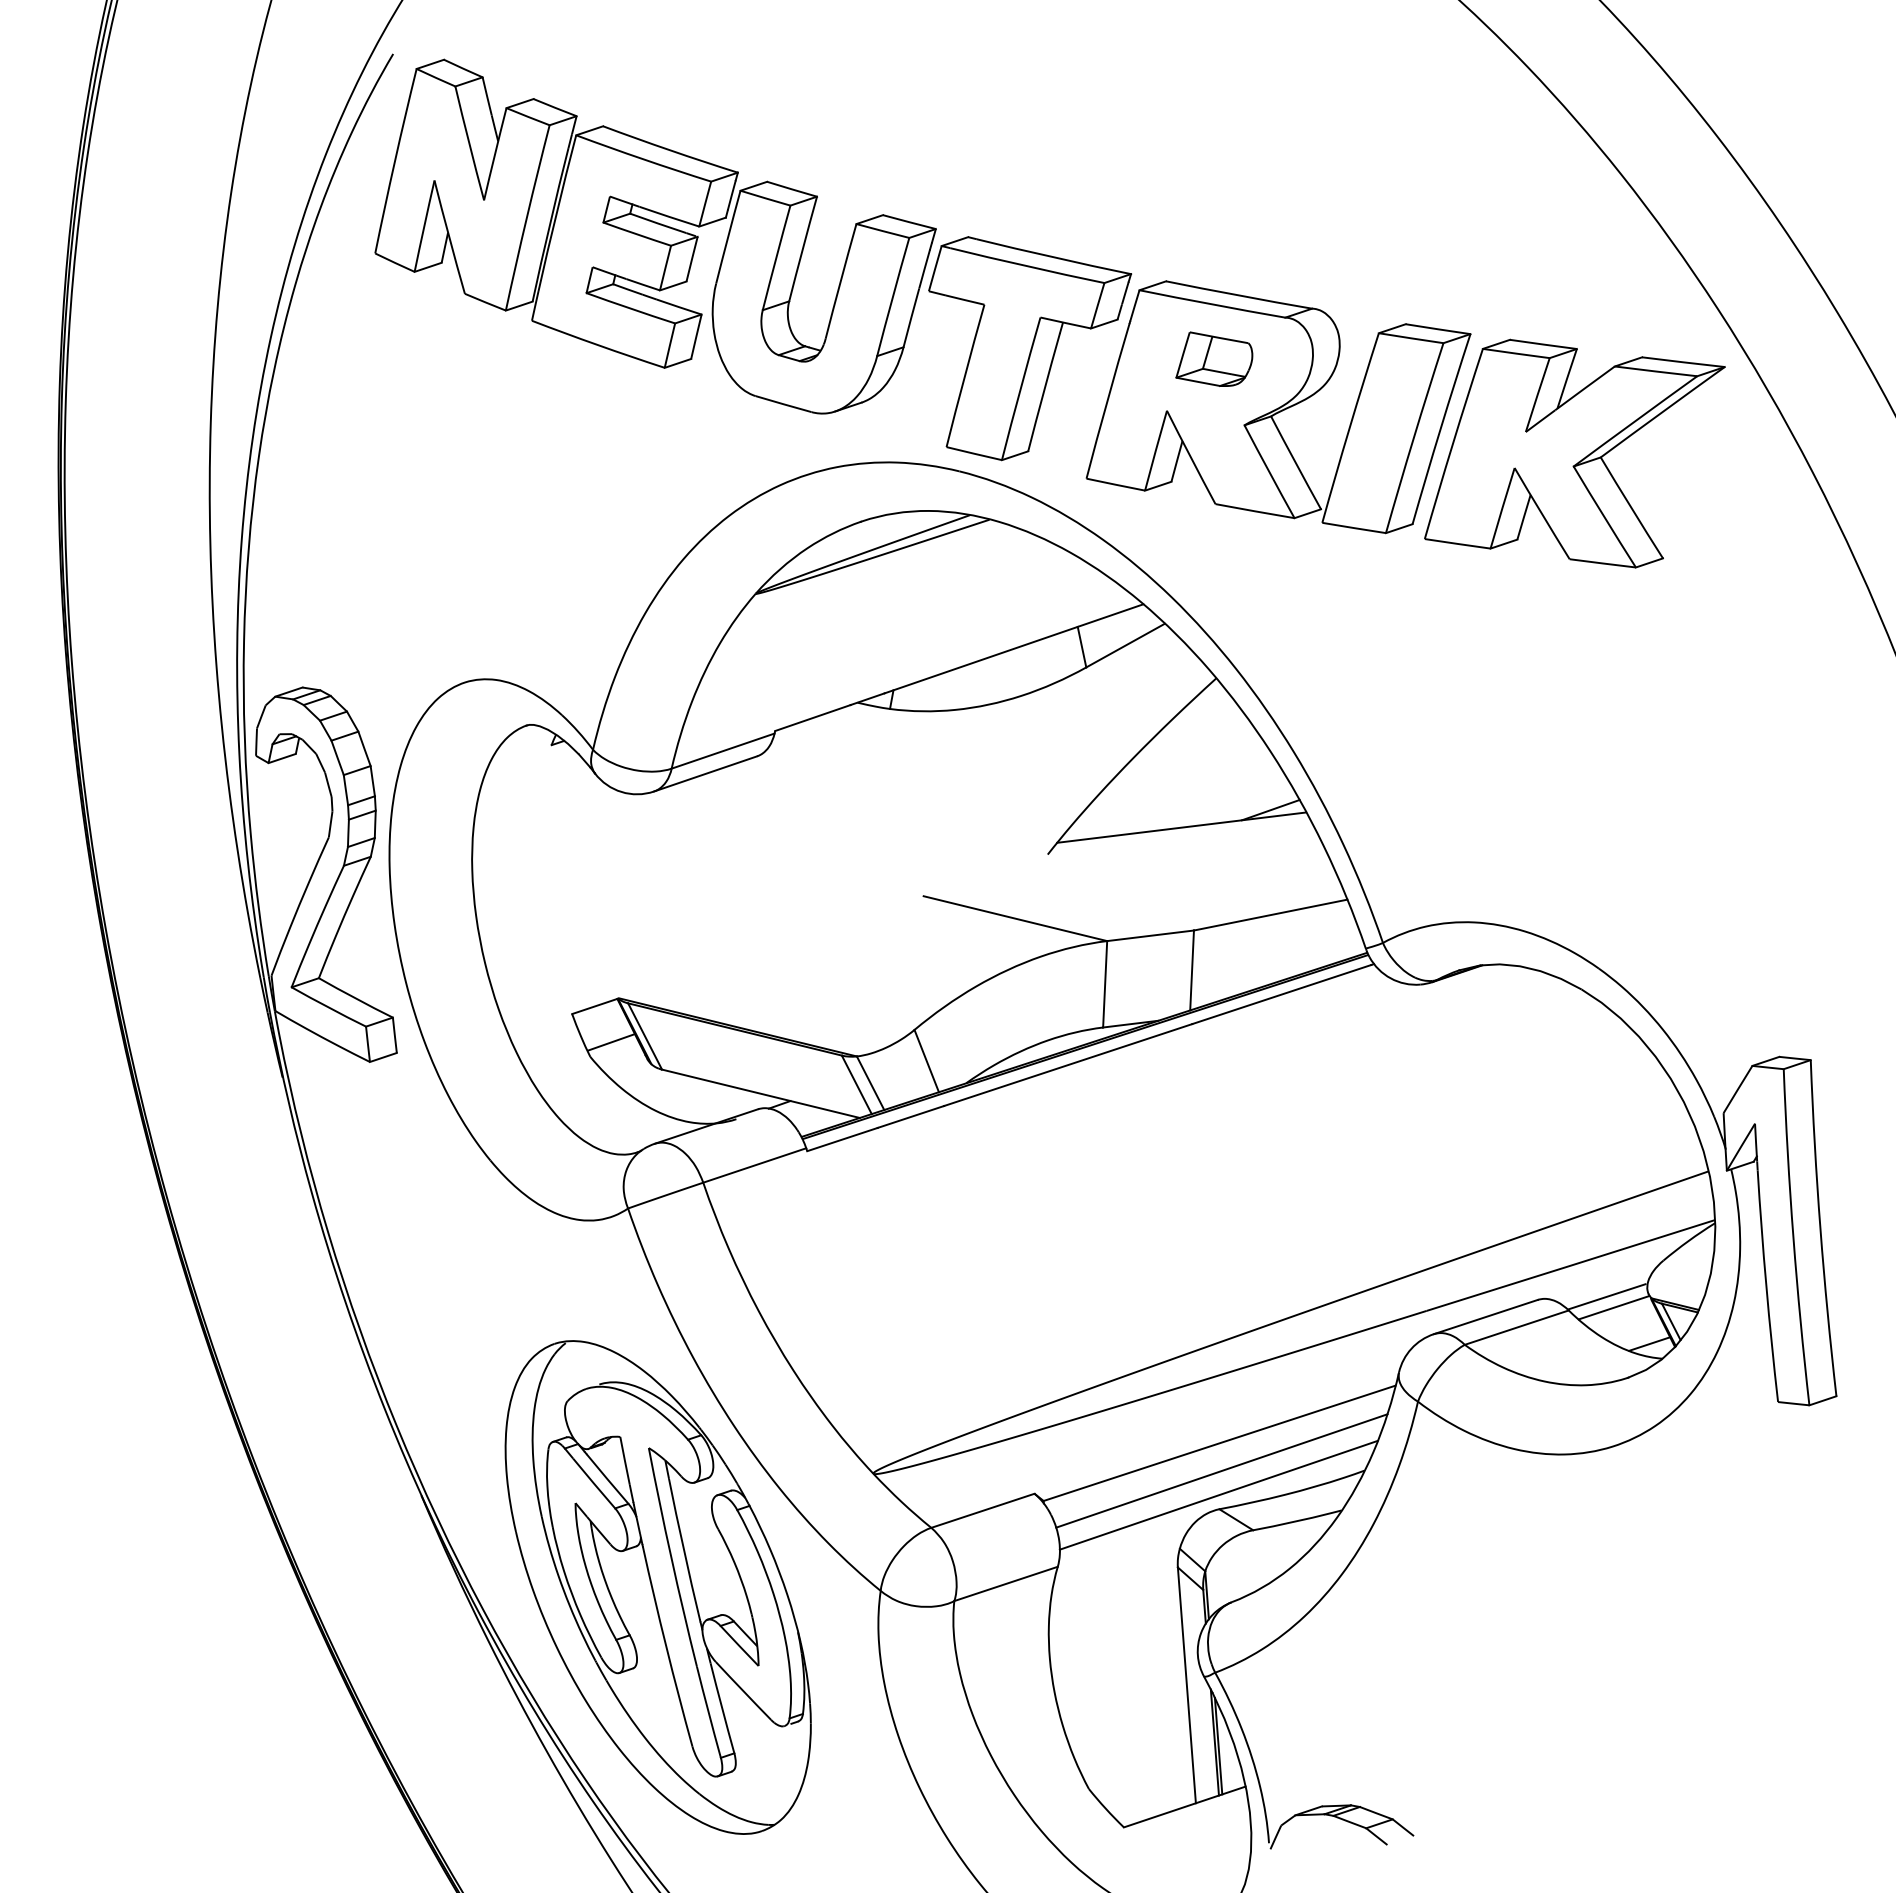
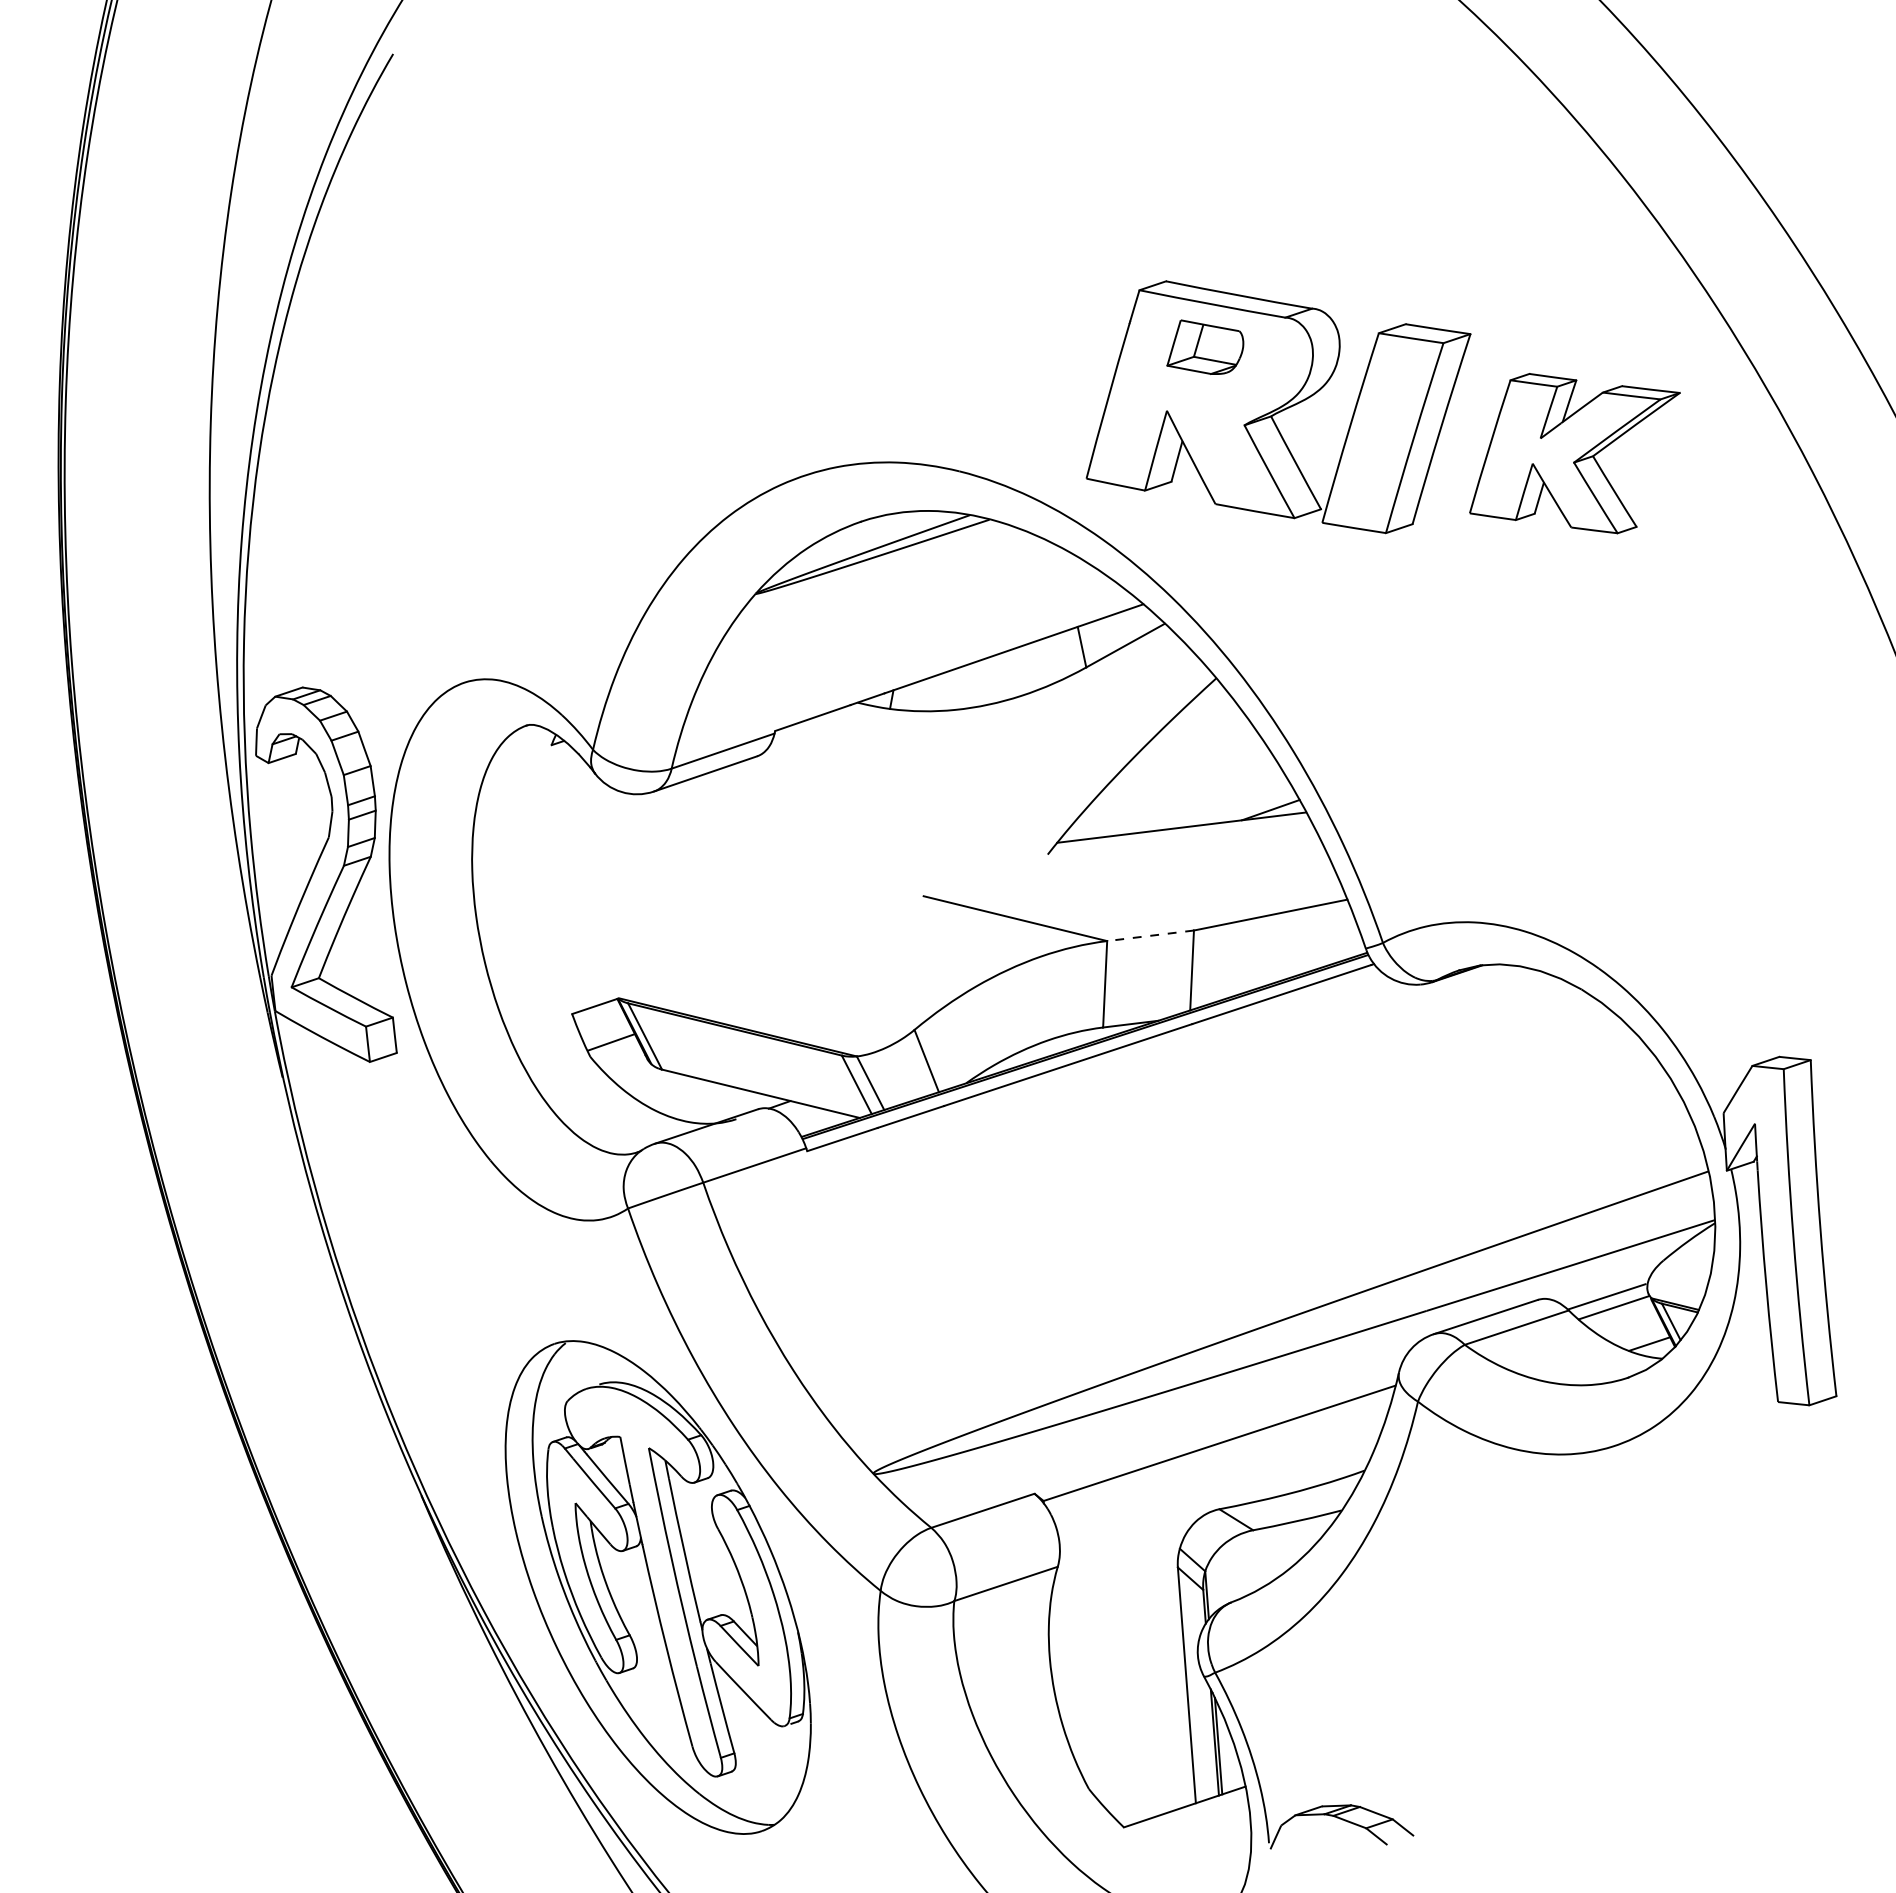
part at (753, 259): present -> none
part at (1214, 358) position: (1214, 358) -> (1205, 346)
part at (1574, 453) size: 302x231 px -> 212x162 px
line at (1150, 935): solid -> dashed
line at (1221, 1470): present -> none
line at (1218, 1494): present -> none
